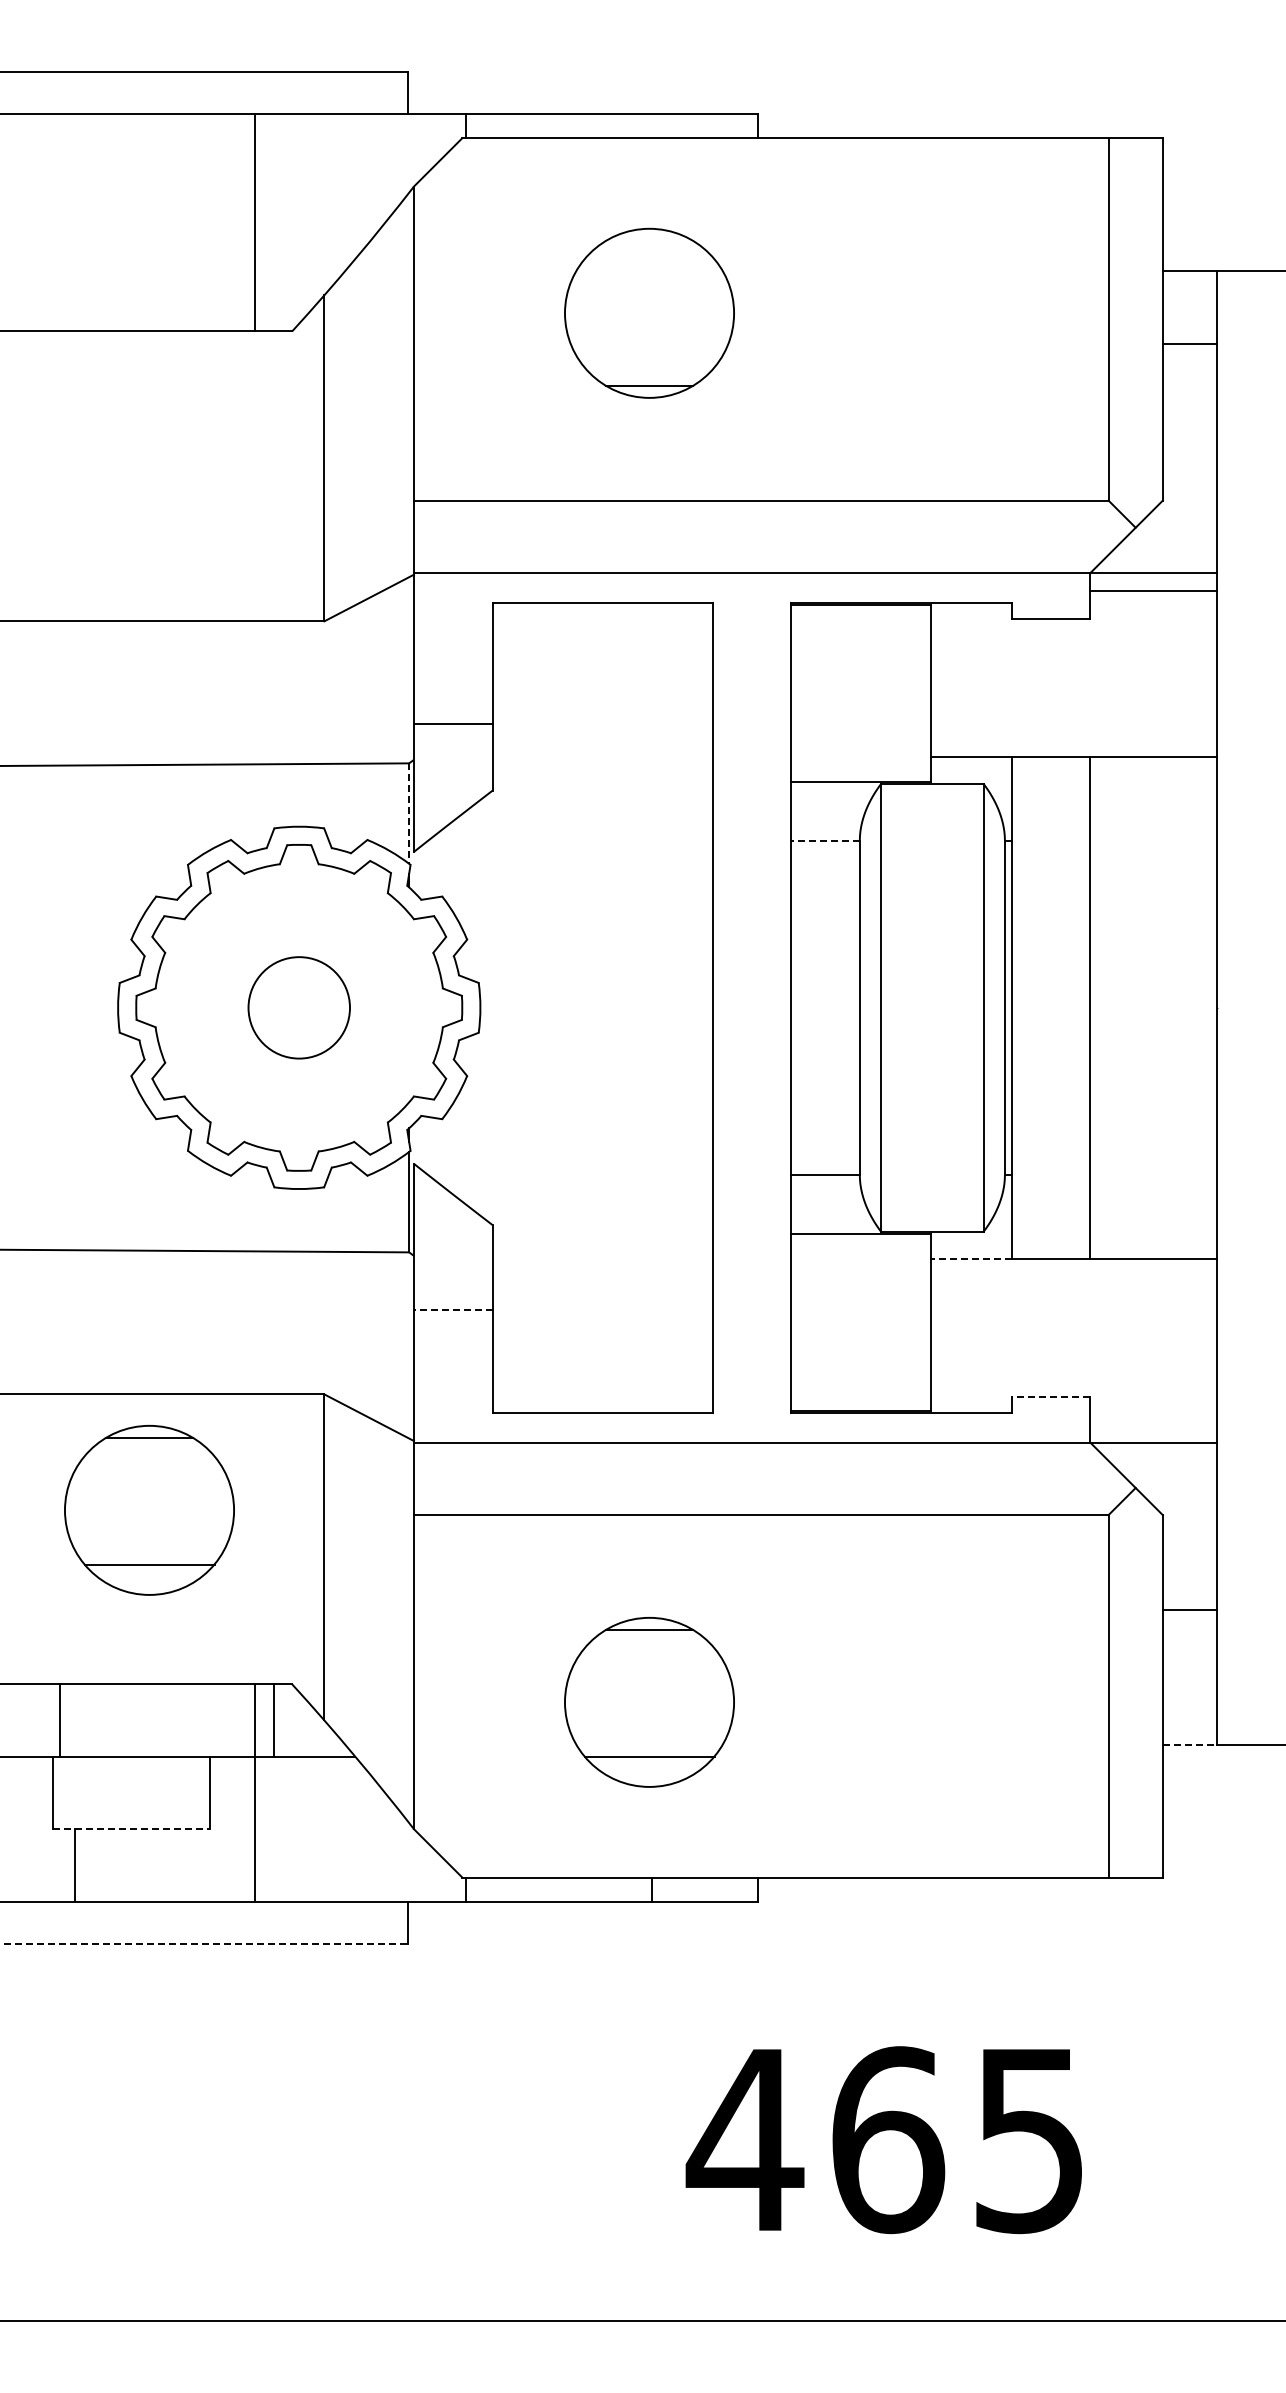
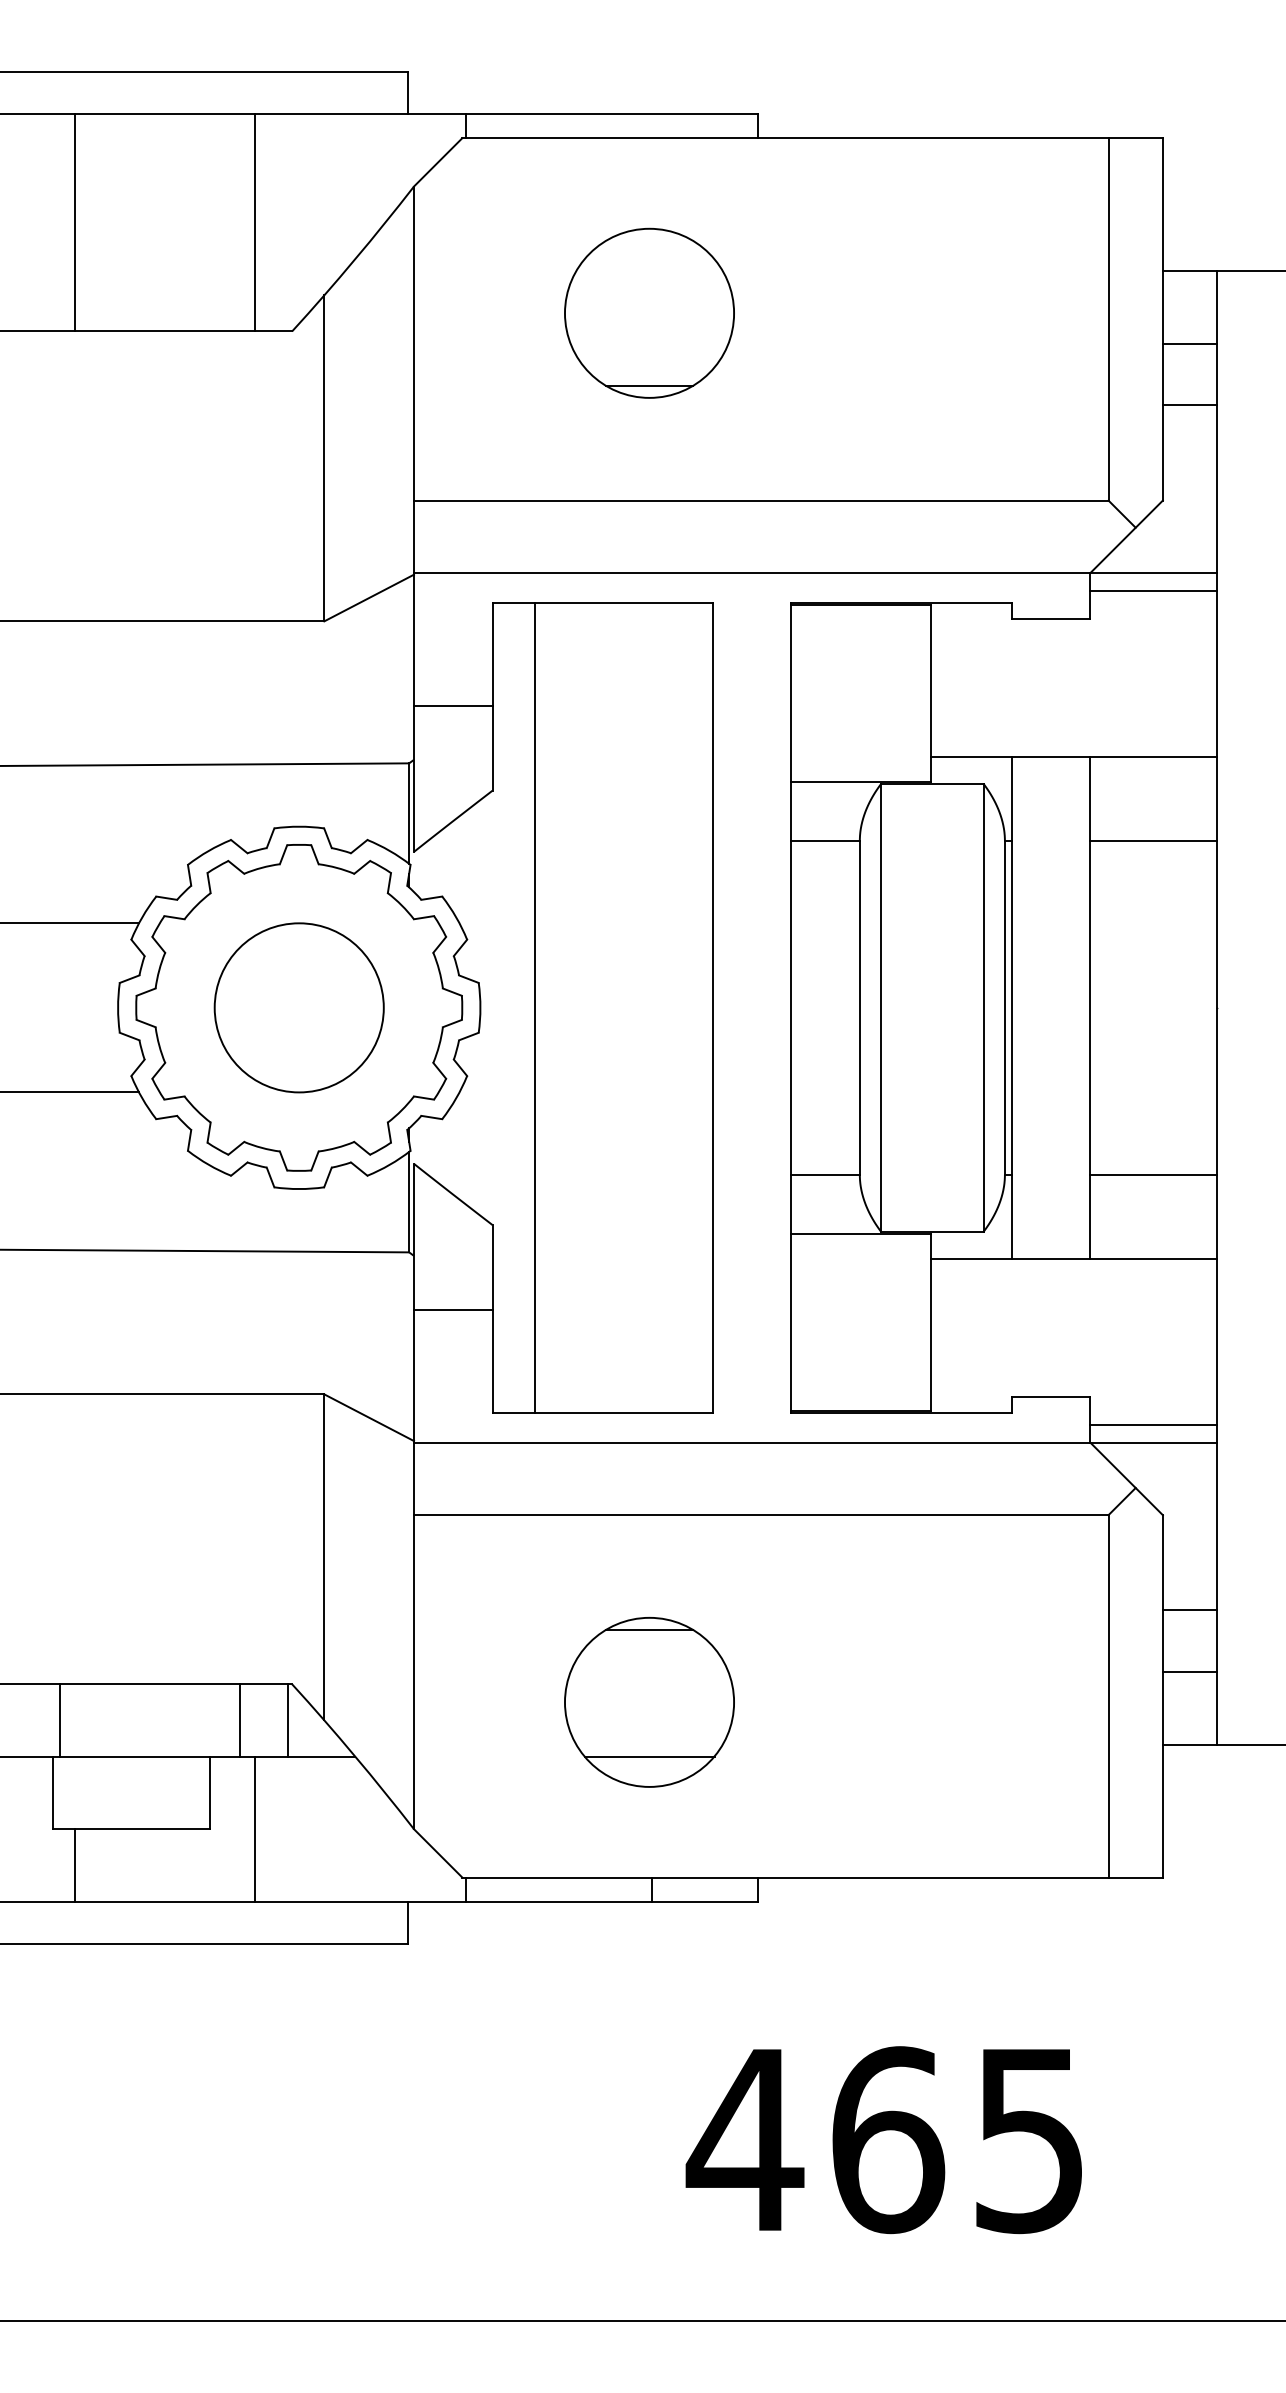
line at (75, 222): none -> present
line at (1189, 405): none -> present
line at (453, 723) position: (453, 723) -> (453, 705)
line at (409, 814): dashed -> solid
line at (825, 840): dashed -> solid
line at (1153, 840): none -> present
line at (70, 923): none -> present
circle at (298, 1007) diameter: 101 px -> 169 px
line at (535, 1007): none -> present
line at (70, 1092): none -> present
line at (1153, 1175): none -> present
line at (971, 1258): dashed -> solid
line at (452, 1309): dashed -> solid
line at (1050, 1396): dashed -> solid
line at (1153, 1424): none -> present
part at (149, 1510): present -> none
line at (1189, 1671): none -> present
line at (254, 1720) position: (254, 1720) -> (239, 1720)
line at (274, 1720) position: (274, 1720) -> (288, 1720)
line at (1190, 1744): dashed -> solid
line at (131, 1829): dashed -> solid
line at (204, 1943): dashed -> solid
